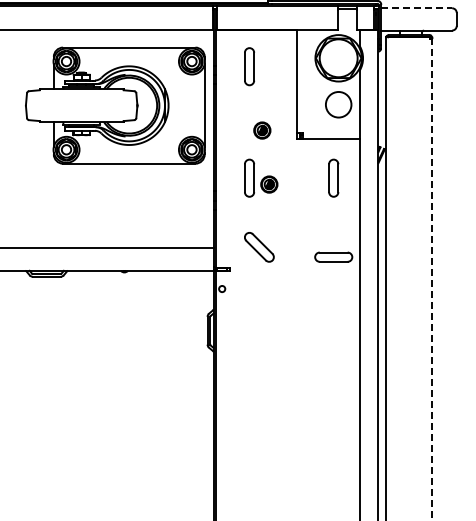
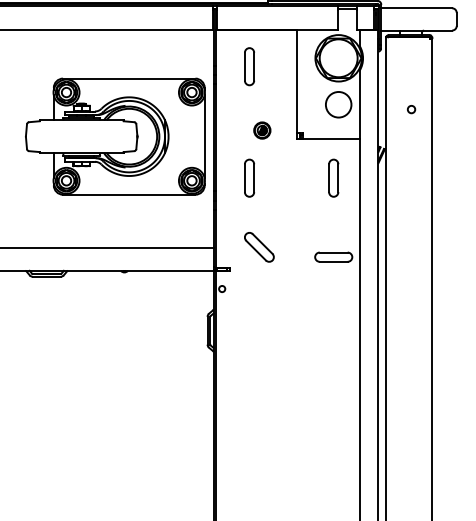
line at (417, 8): dashed -> solid
part at (115, 105) position: (115, 105) -> (115, 136)
circle at (411, 109): none -> present
part at (269, 184): present -> none
line at (432, 279): dashed -> solid
